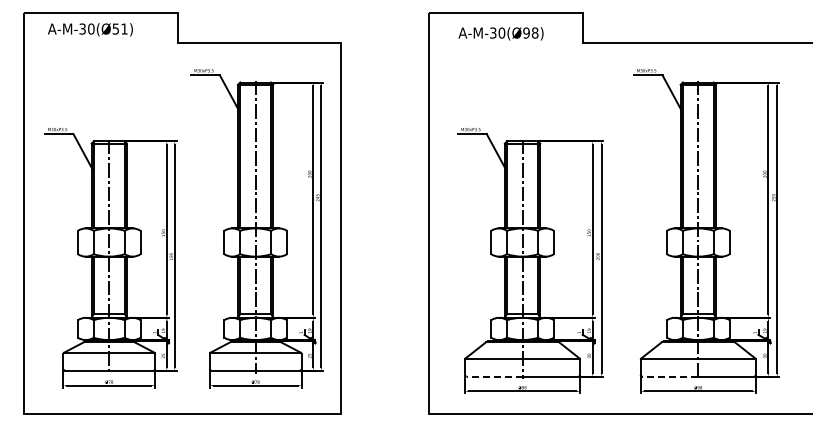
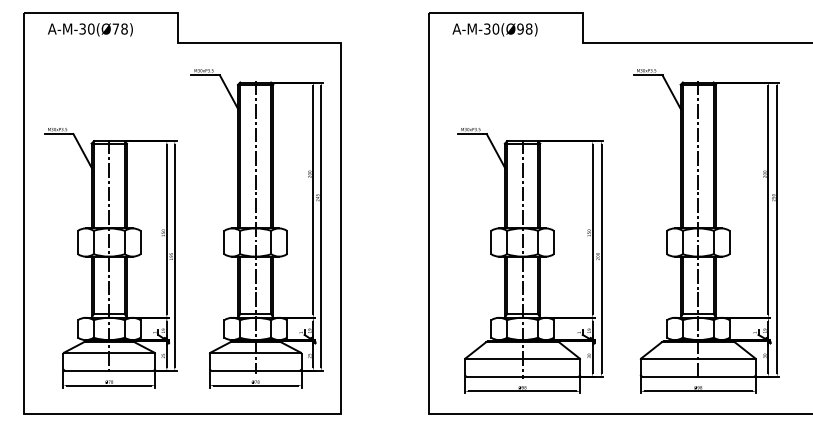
text at (119, 28): A-M-30(Ø51) -> A-M-30(Ø78)
text at (500, 33) position: (500, 33) -> (494, 29)
line at (494, 376): dashed -> solid
line at (670, 376): dashed -> solid
